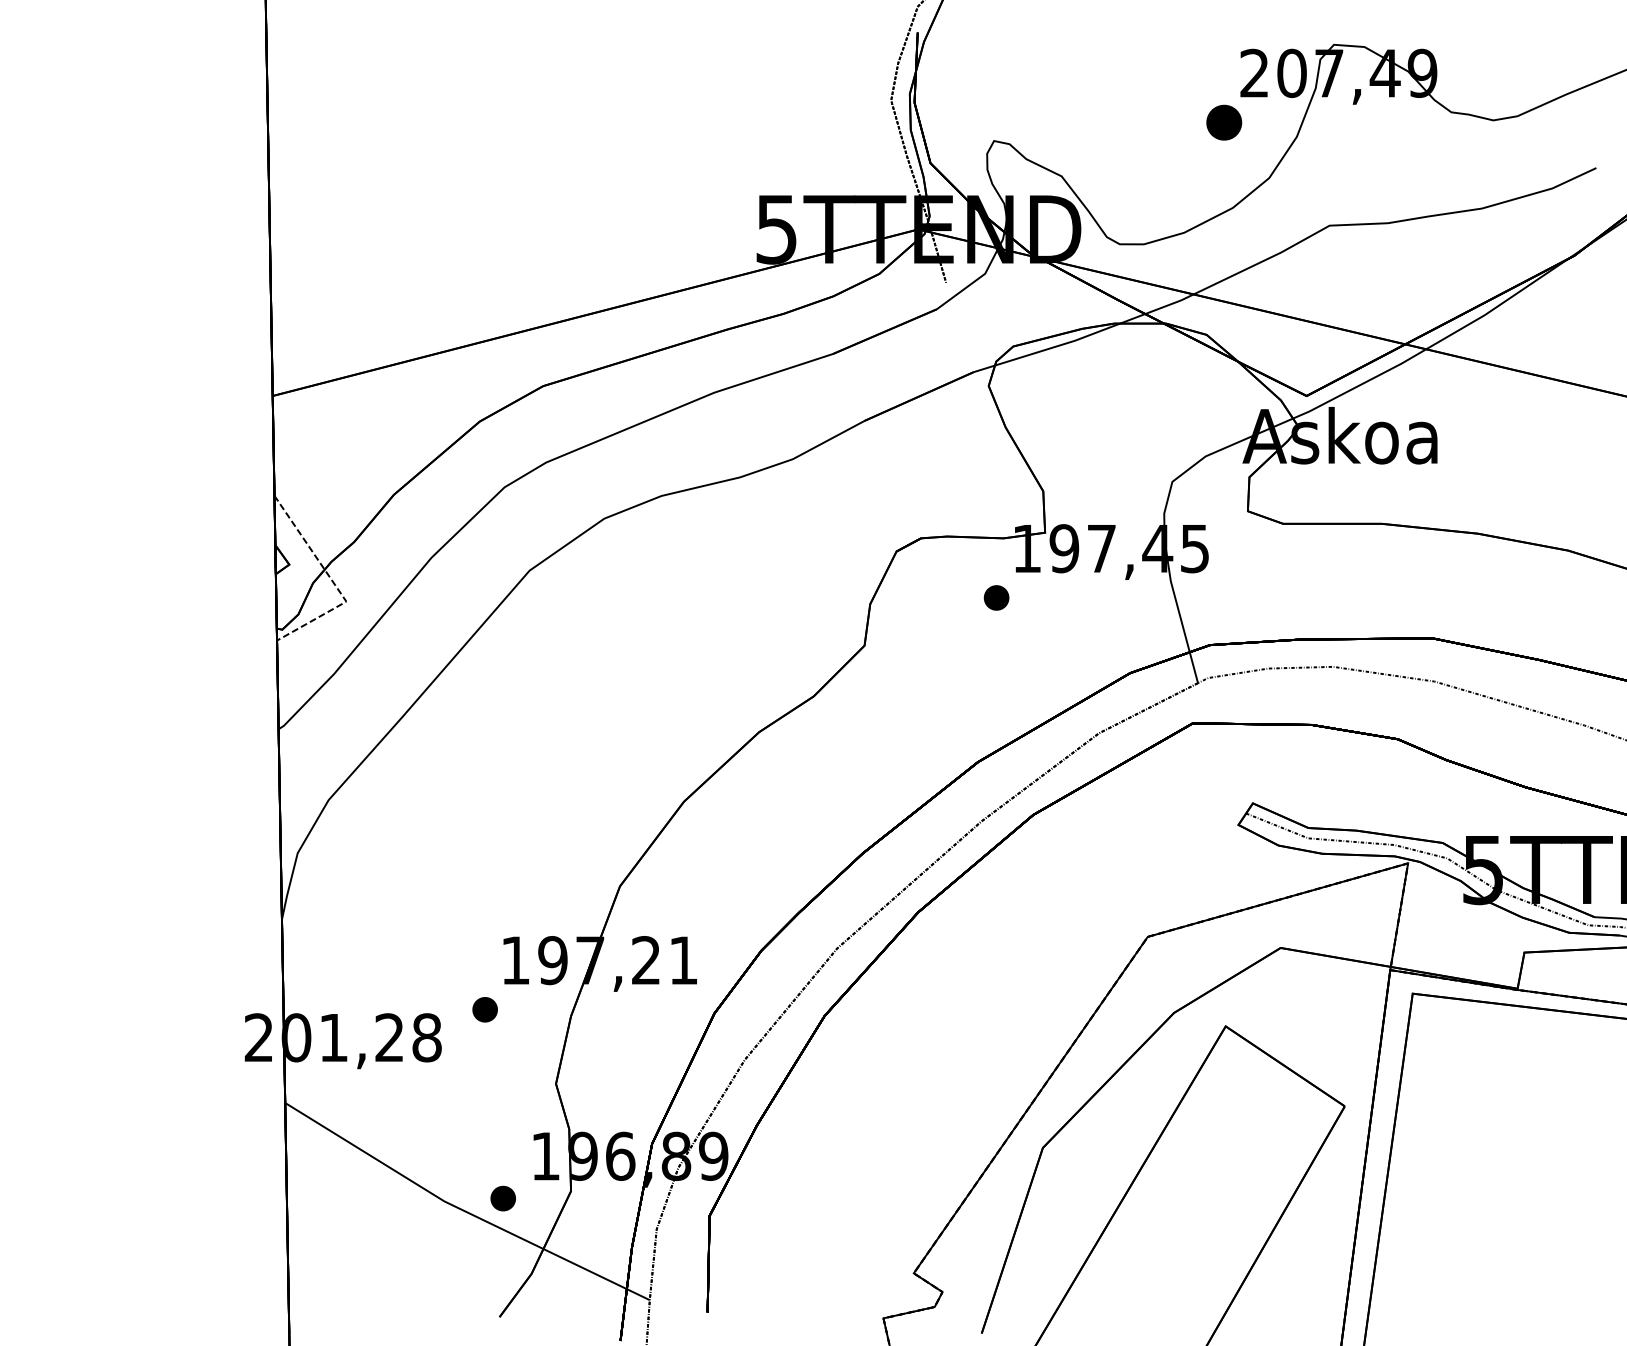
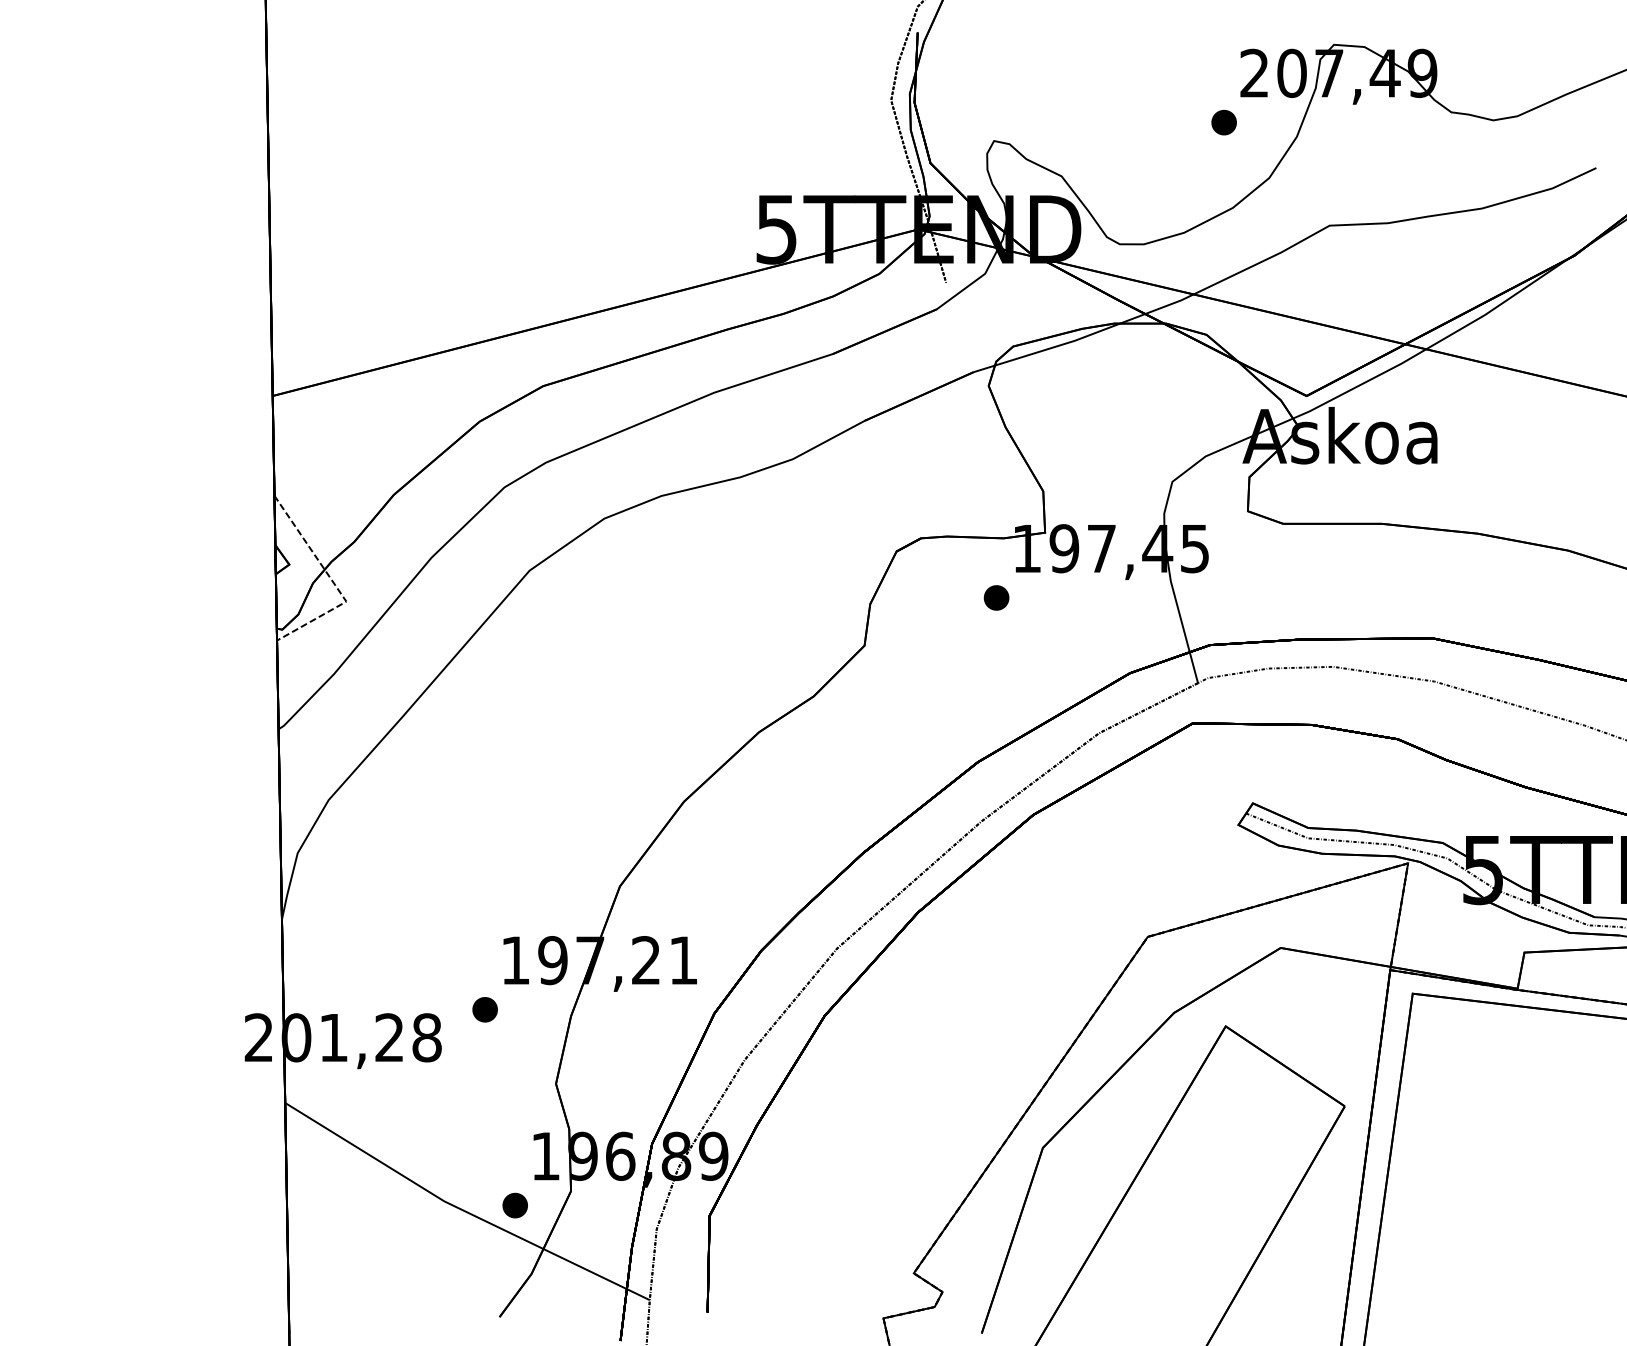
part at (1224, 122) size: 37x37 px -> 26x27 px
part at (502, 1198) position: (502, 1198) -> (514, 1205)
